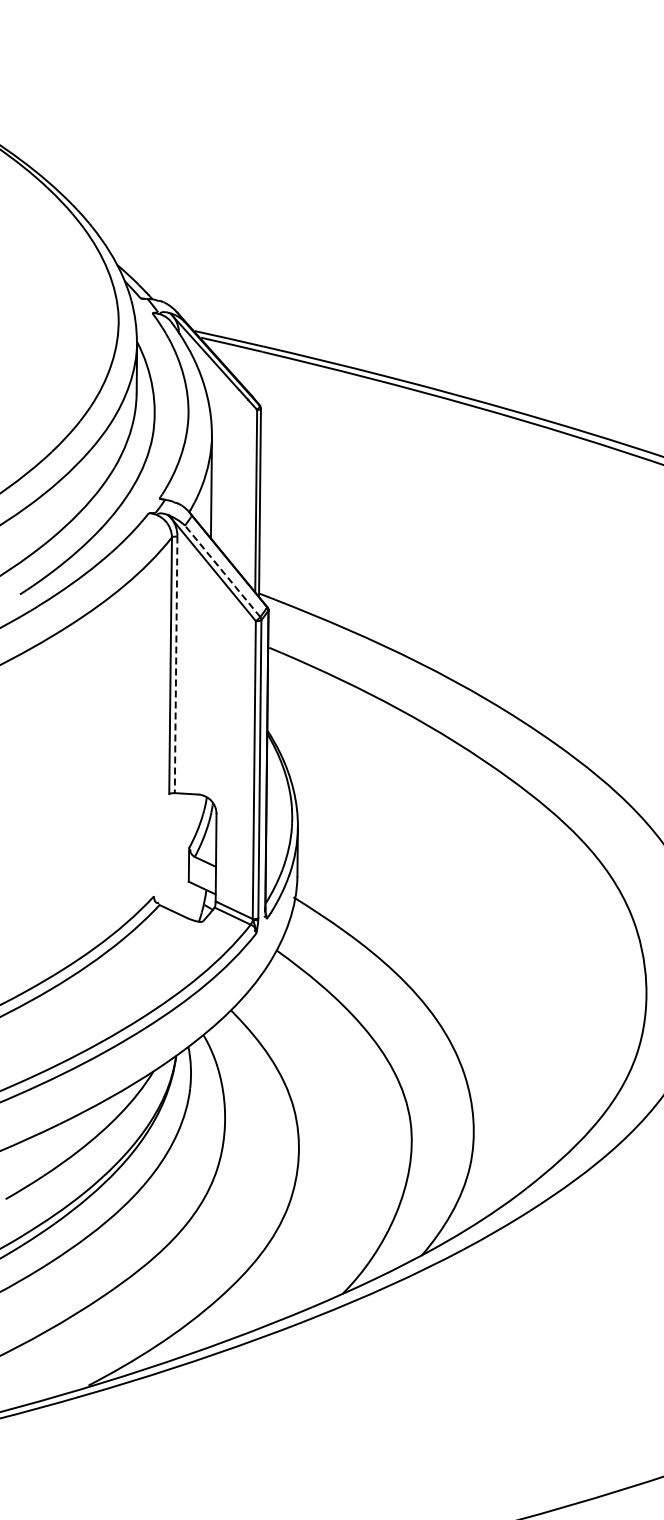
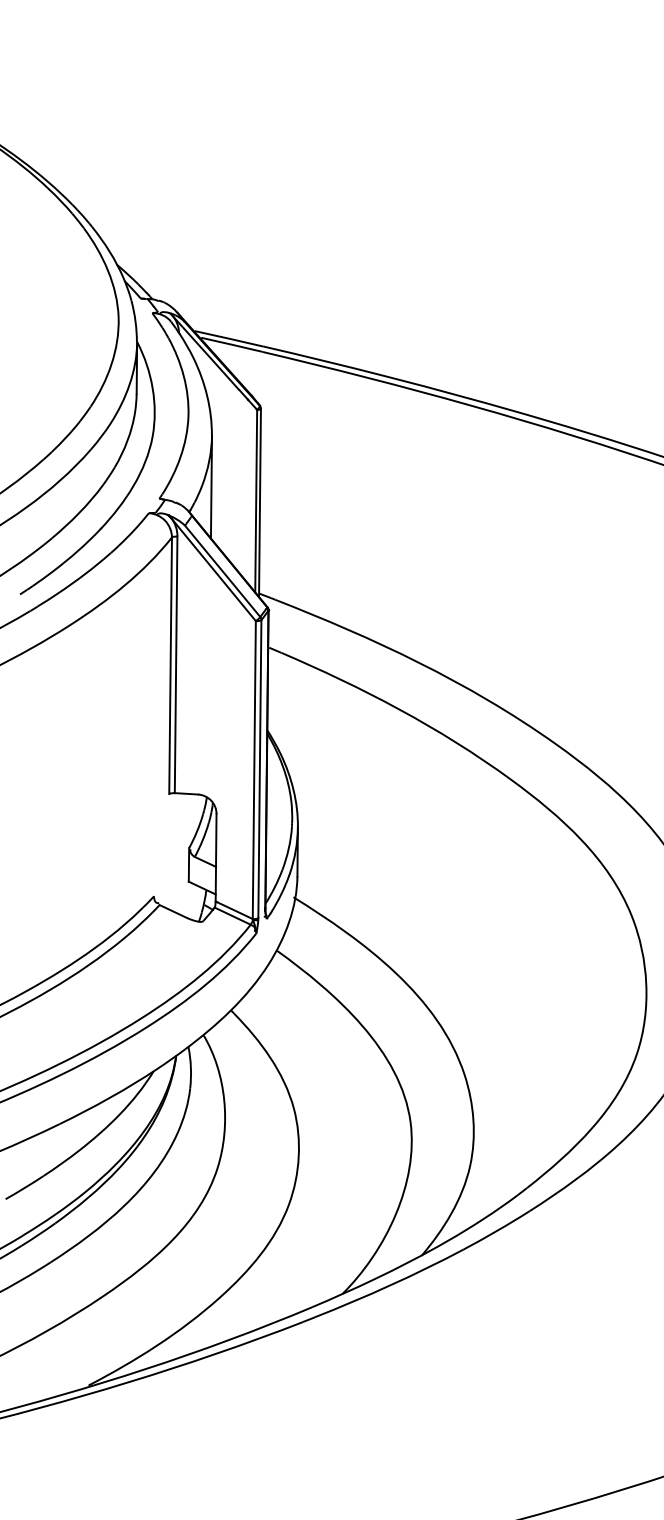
line at (222, 570): dashed -> solid
line at (176, 665): dashed -> solid
